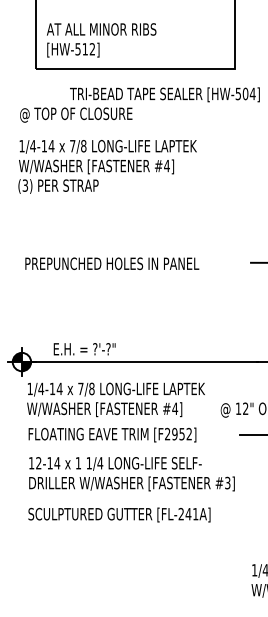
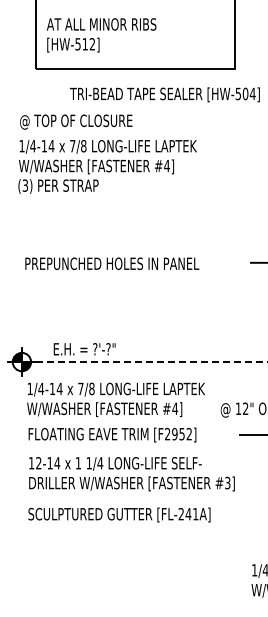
text at (101, 40) position: (101, 40) -> (101, 35)
text at (76, 114) position: (76, 114) -> (76, 121)
line at (144, 362): solid -> dashed
